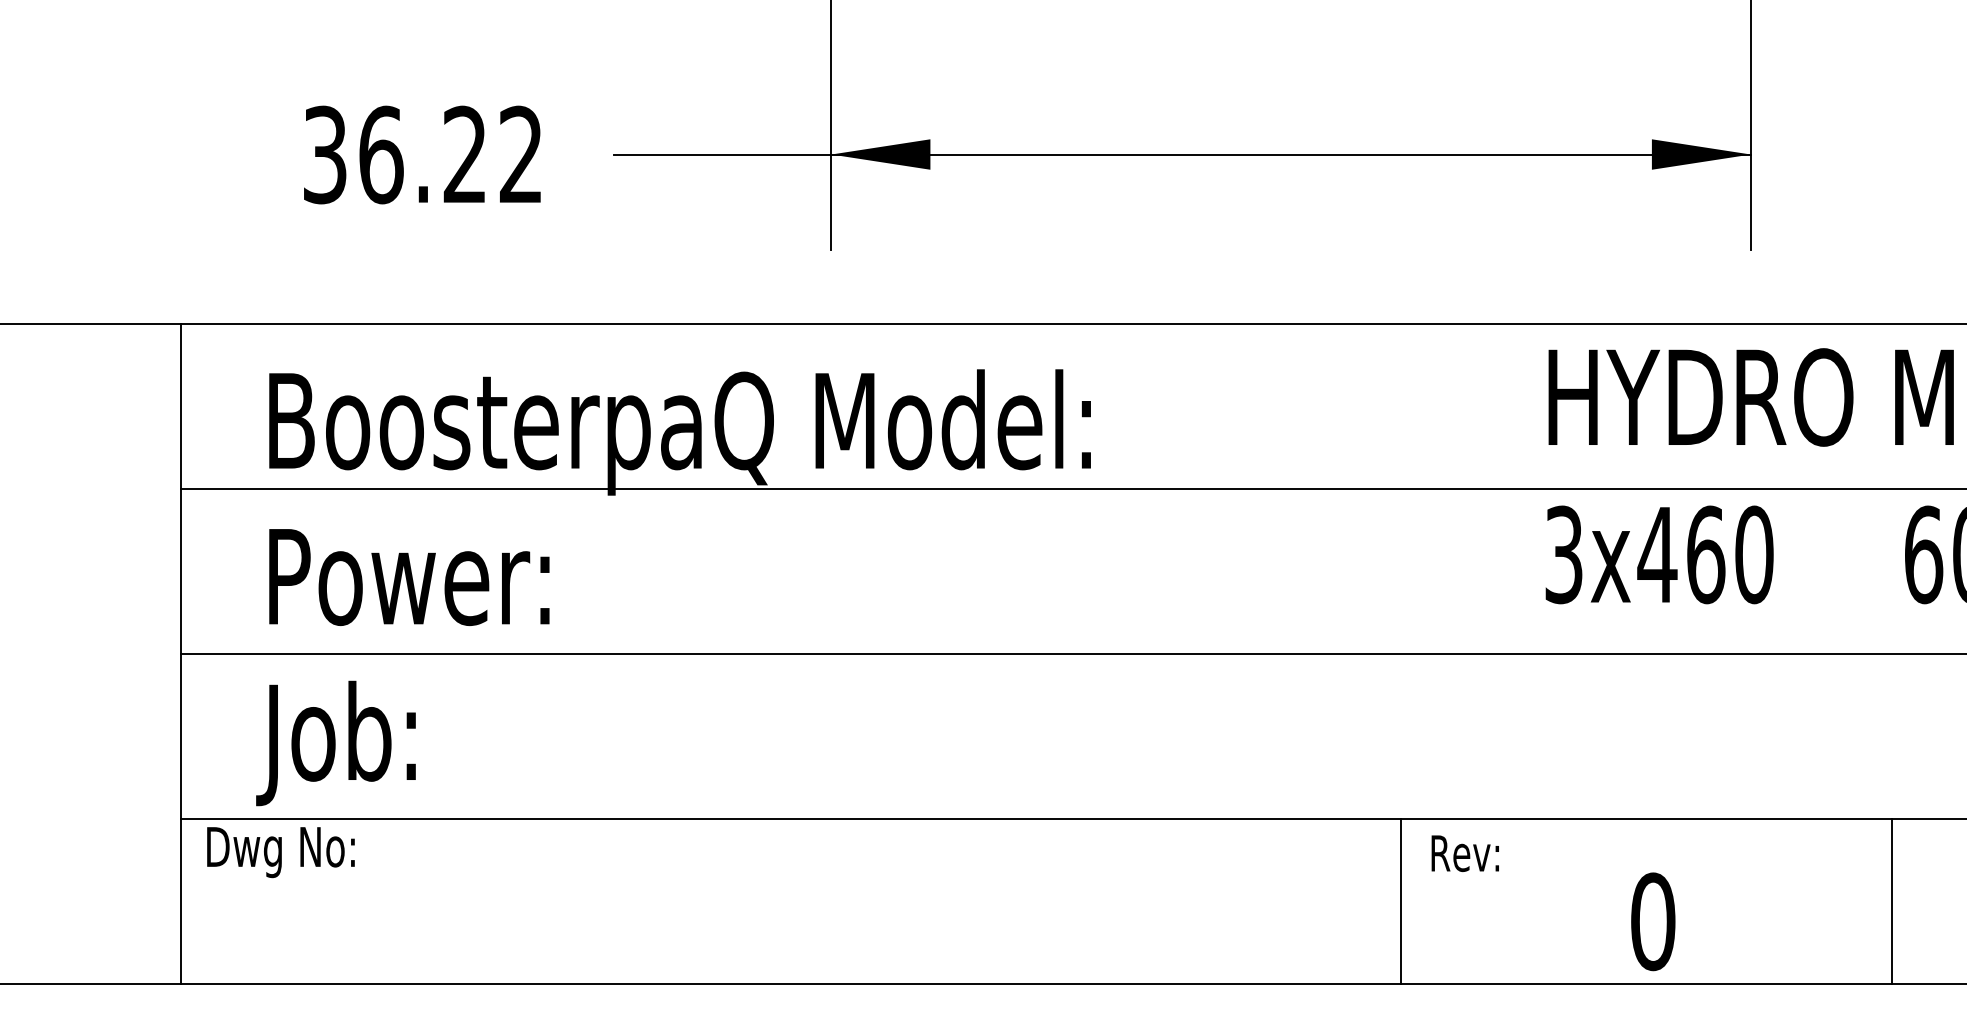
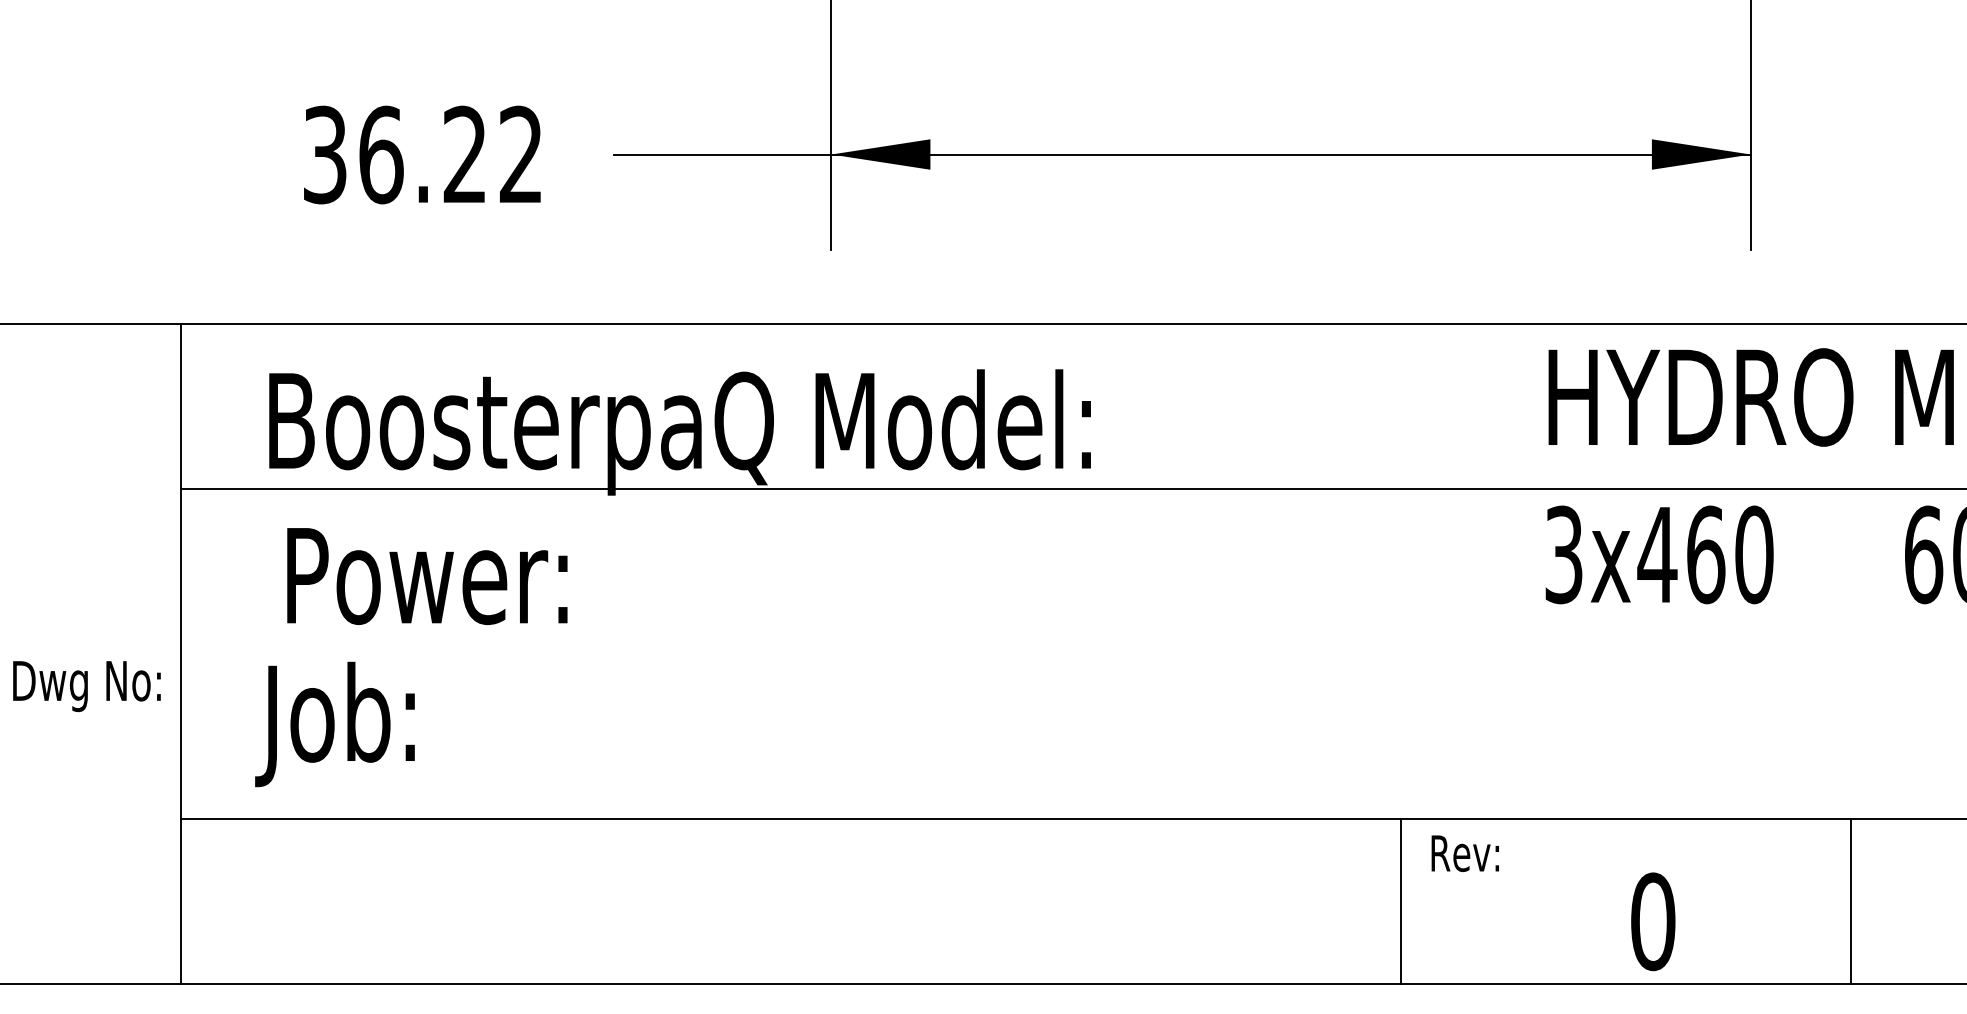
text at (409, 577) position: (409, 577) -> (427, 576)
line at (1071, 653): present -> none
text at (335, 743) position: (335, 743) -> (334, 724)
text at (280, 852) position: (280, 852) -> (86, 686)
line at (1892, 900) position: (1892, 900) -> (1851, 900)
